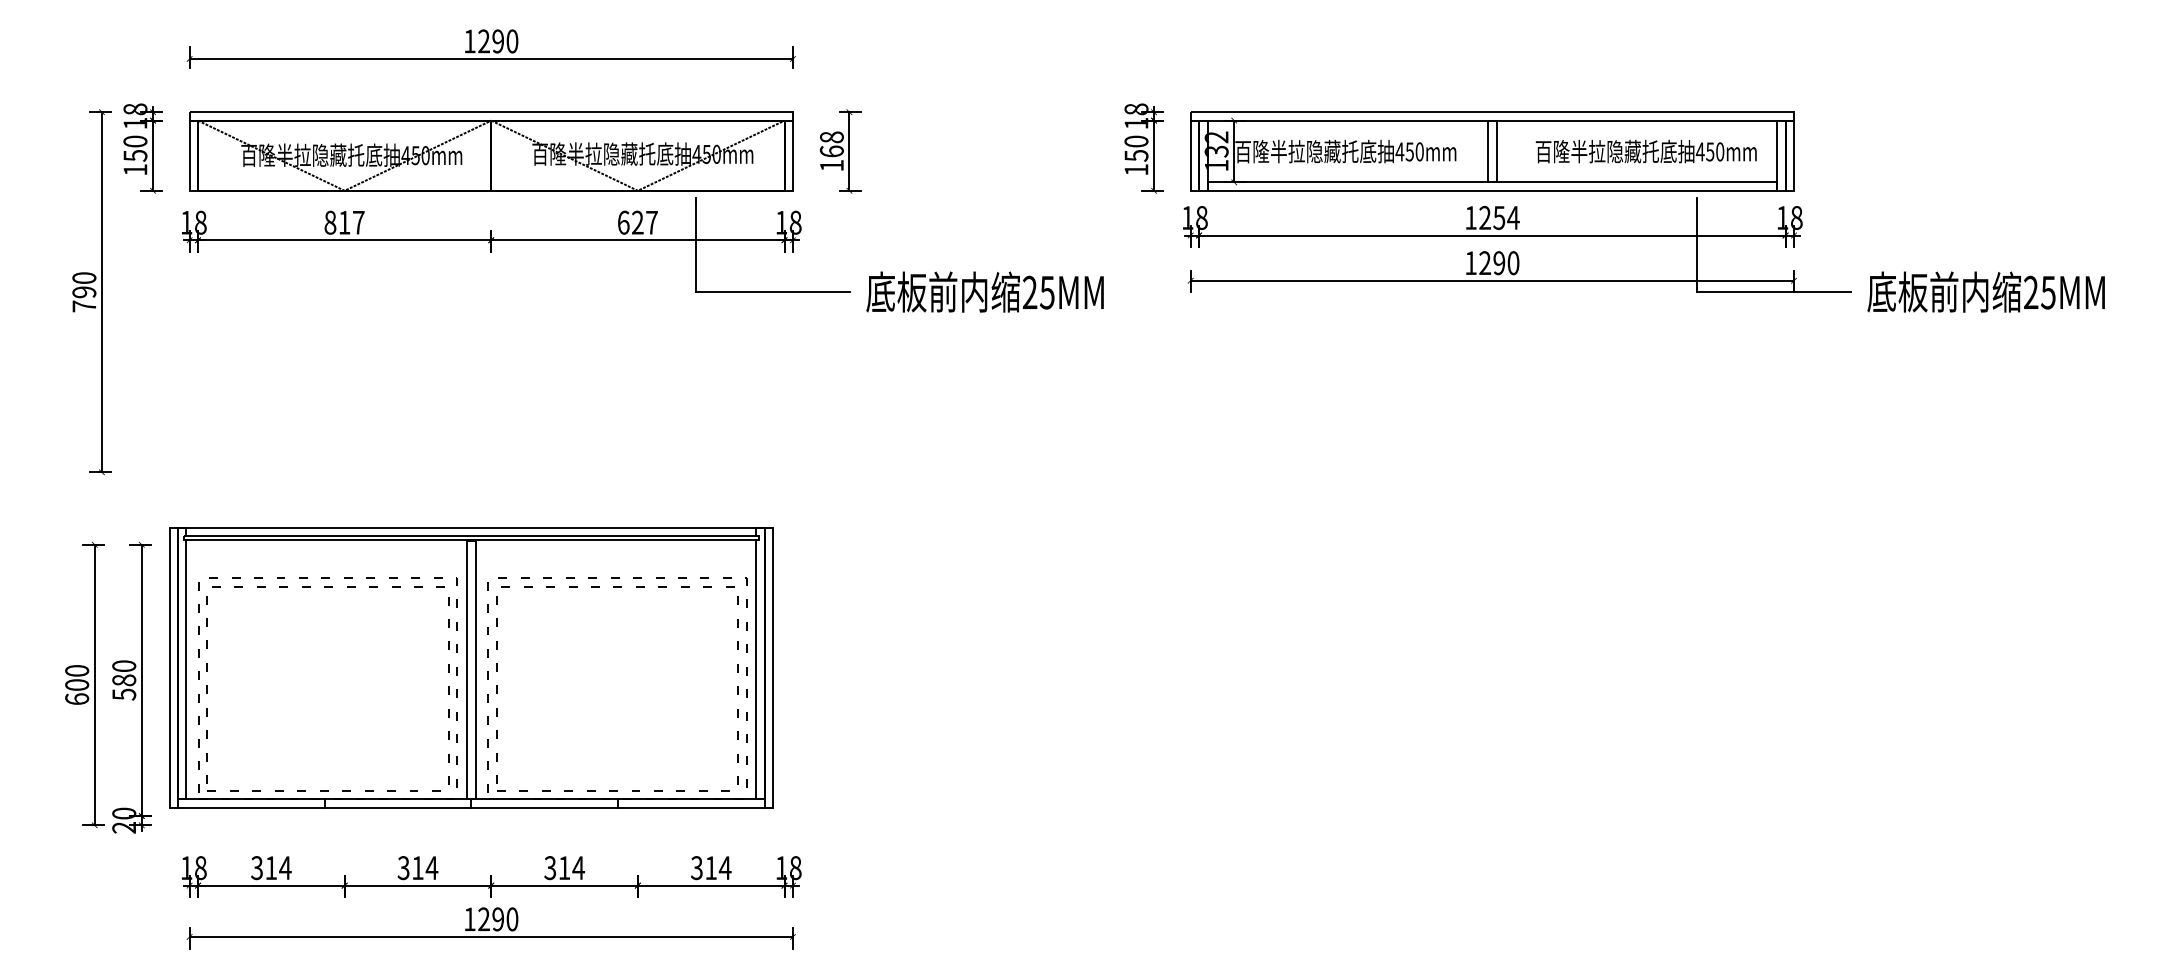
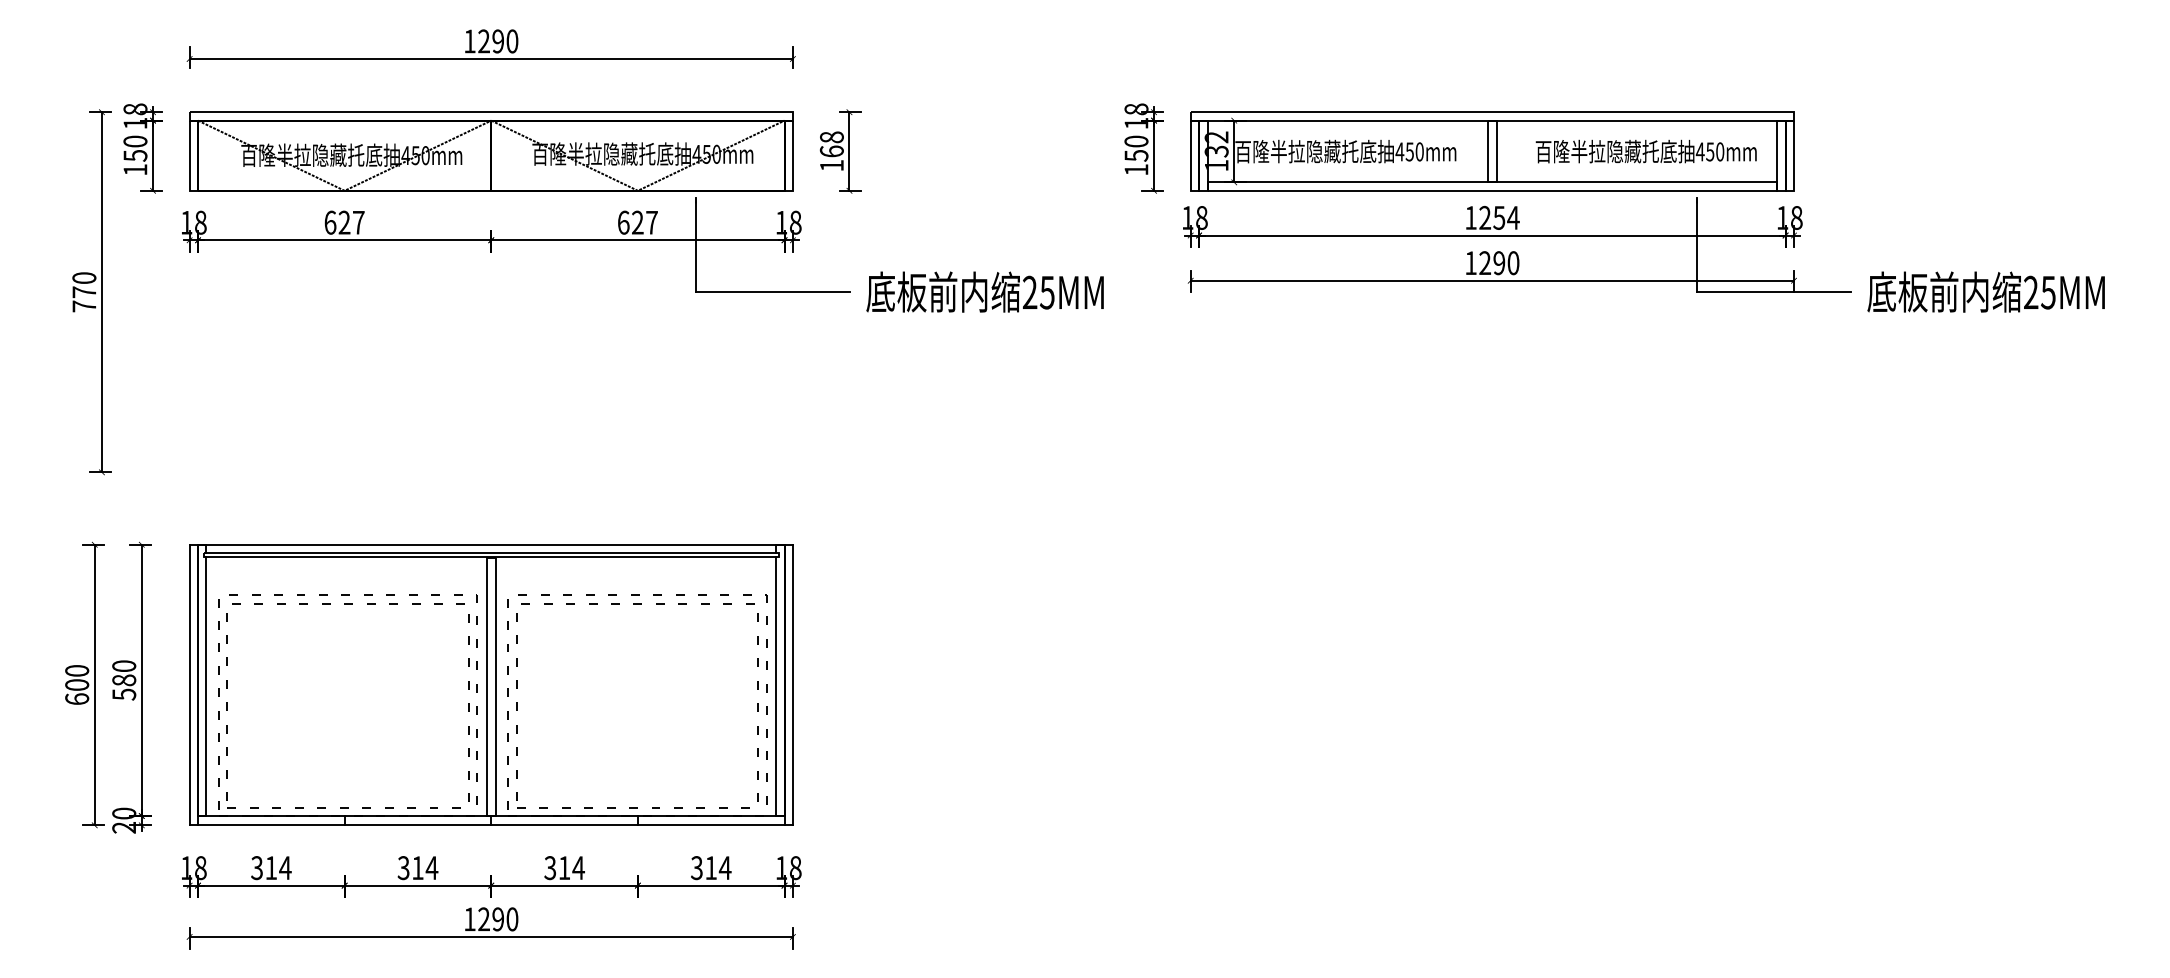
text at (337, 222): 817 -> 627
text at (84, 292): 790 -> 770
part at (471, 667) position: (471, 667) -> (491, 684)
